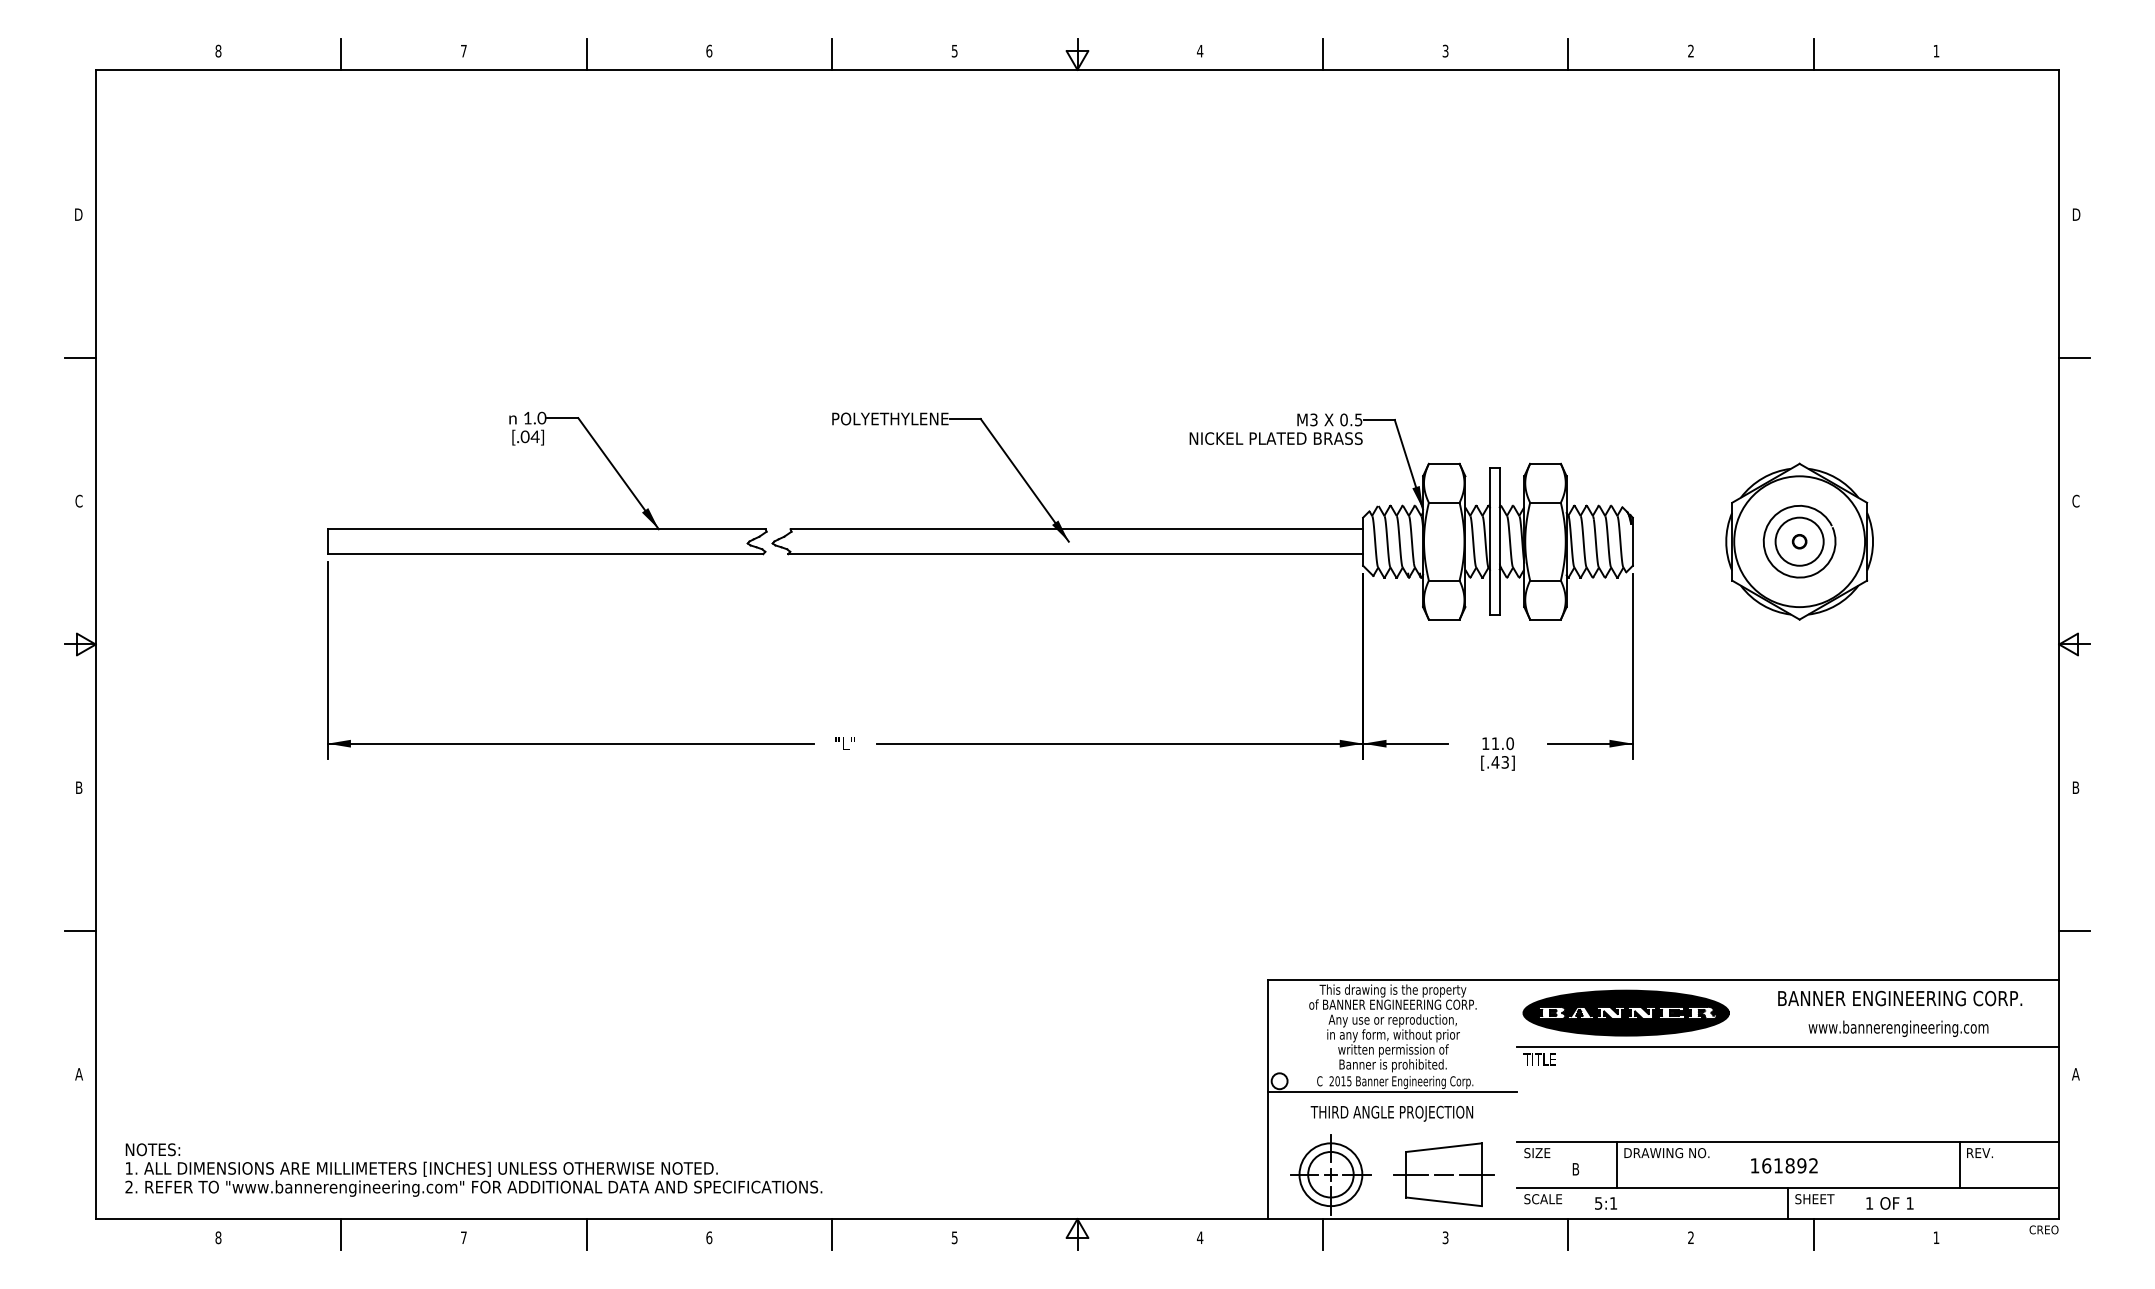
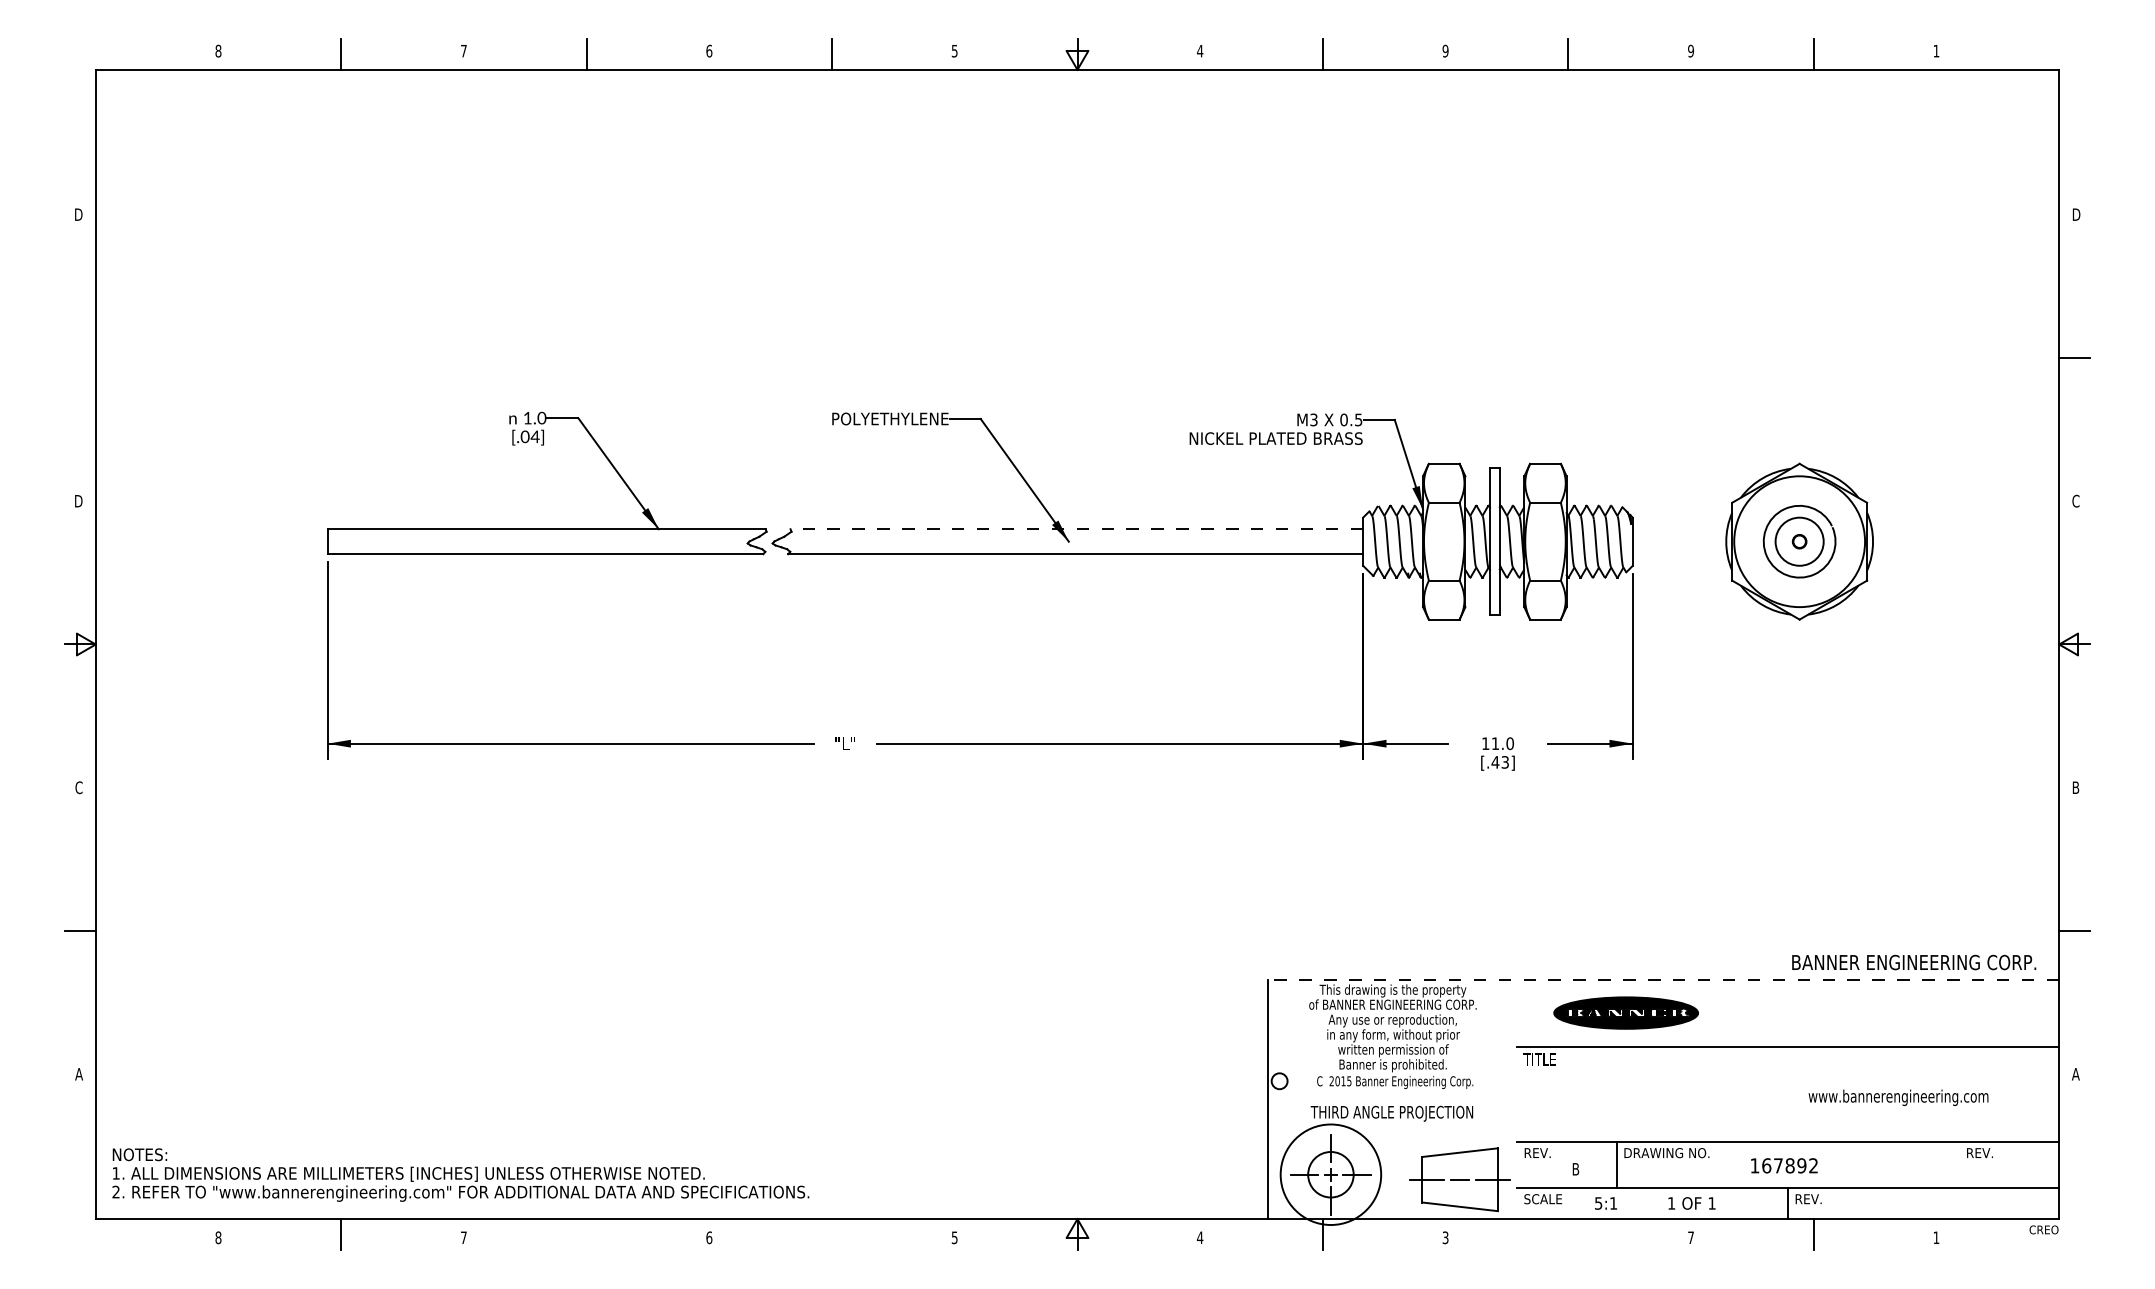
text at (1445, 50): 3 -> 9
text at (1691, 51): 2 -> 9
line at (79, 357): present -> none
text at (78, 500): C -> D
line at (1076, 529): solid -> dashed
text at (78, 787): B -> C
line at (1663, 979): solid -> dashed
text at (1900, 998) position: (1900, 998) -> (1914, 962)
part at (1625, 1012) size: 208x48 px -> 146x34 px
text at (1898, 1028) position: (1898, 1028) -> (1898, 1097)
line at (1392, 1092): present -> none
text at (1537, 1153): SIZE -> REV.
line at (1959, 1164): present -> none
text at (1778, 1165): 161892 -> 167892
text at (473, 1169) position: (473, 1169) -> (460, 1174)
circle at (1330, 1174) diameter: 63 px -> 101 px
part at (1443, 1174) position: (1443, 1174) -> (1459, 1179)
text at (1814, 1199): SHEET -> REV.
text at (1889, 1203) position: (1889, 1203) -> (1691, 1203)
line at (586, 1234): present -> none
line at (832, 1234): present -> none
line at (1568, 1234): present -> none
text at (1690, 1237): 2 -> 7
